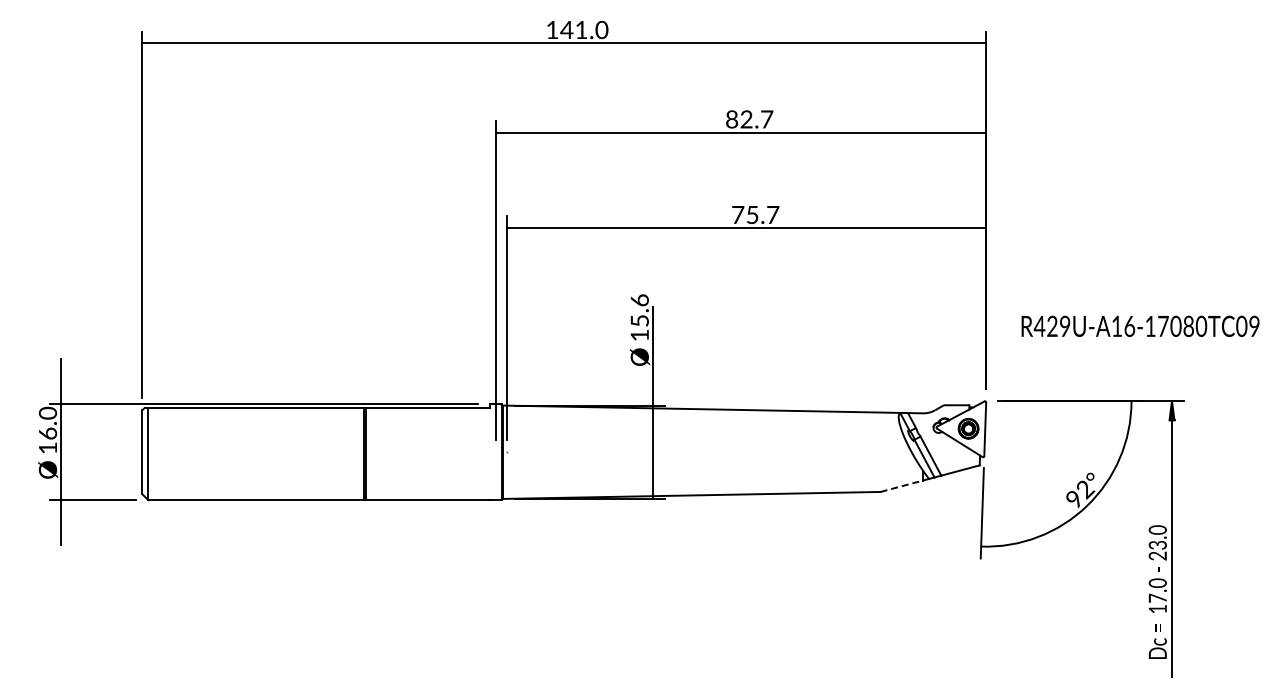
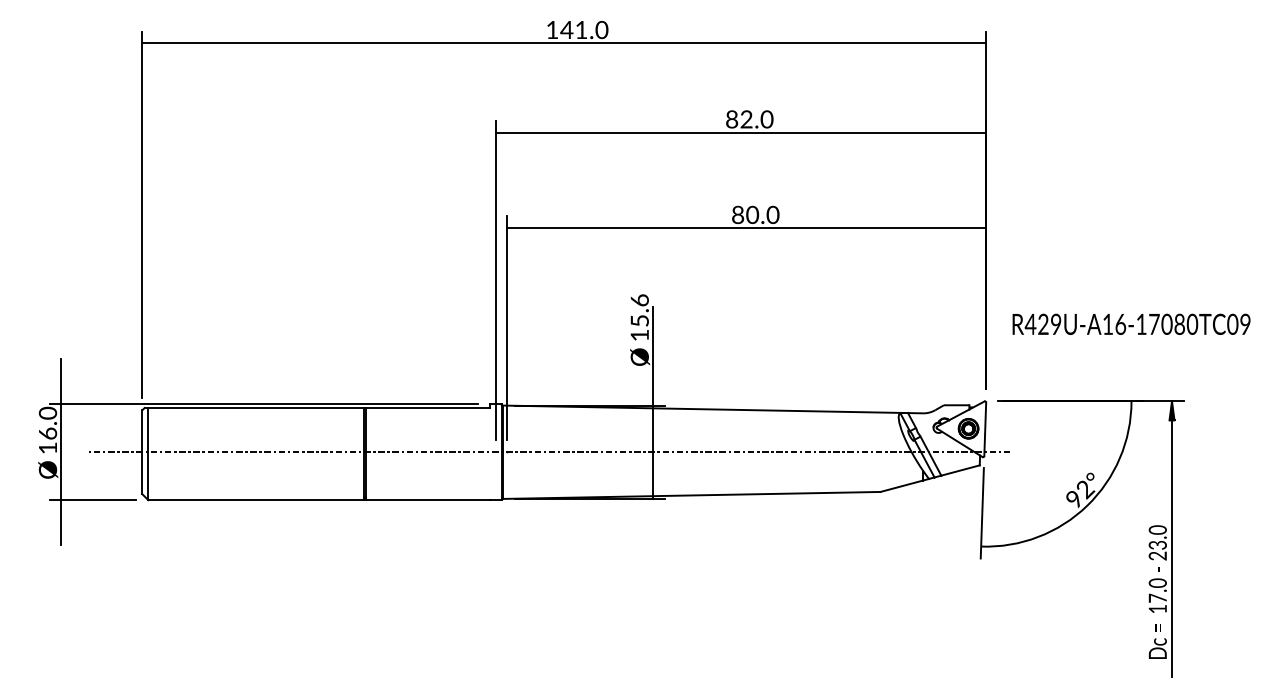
text at (766, 119): 82.7 -> 82.0
text at (755, 214): 75.7 -> 80.0
text at (1140, 325) position: (1140, 325) -> (1131, 323)
line at (549, 452): none -> present
line at (901, 486): dashed -> solid
